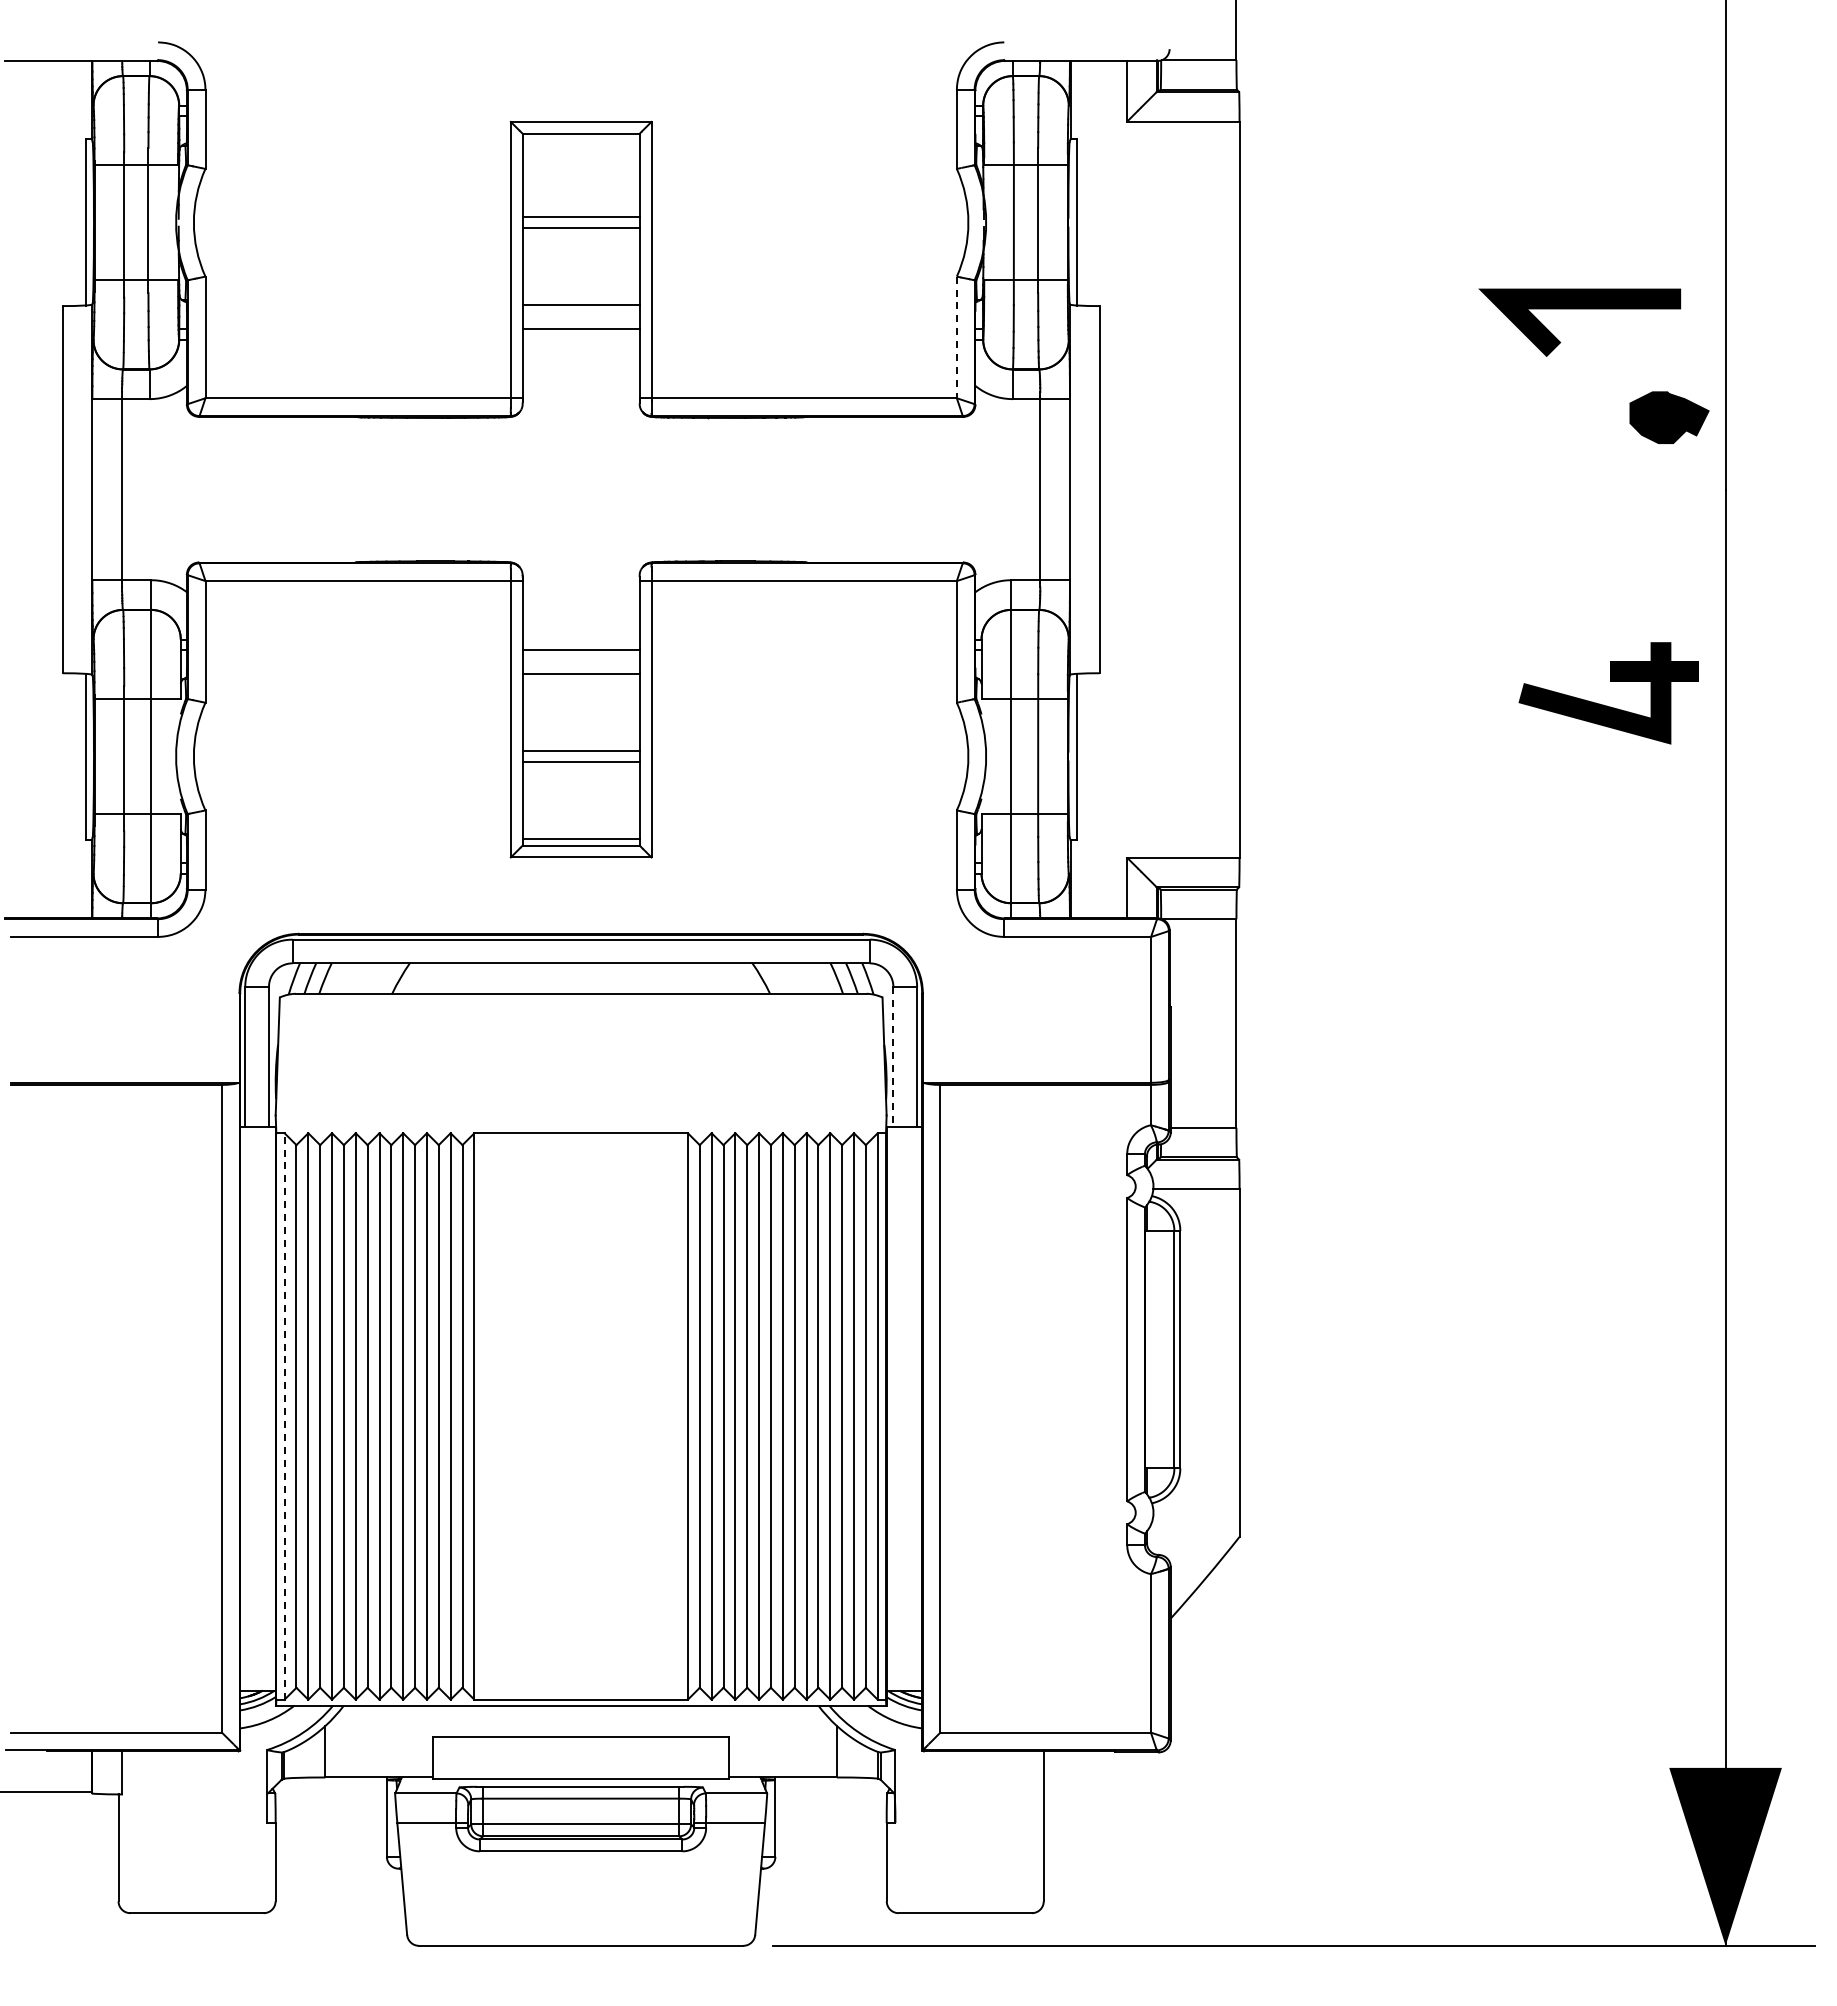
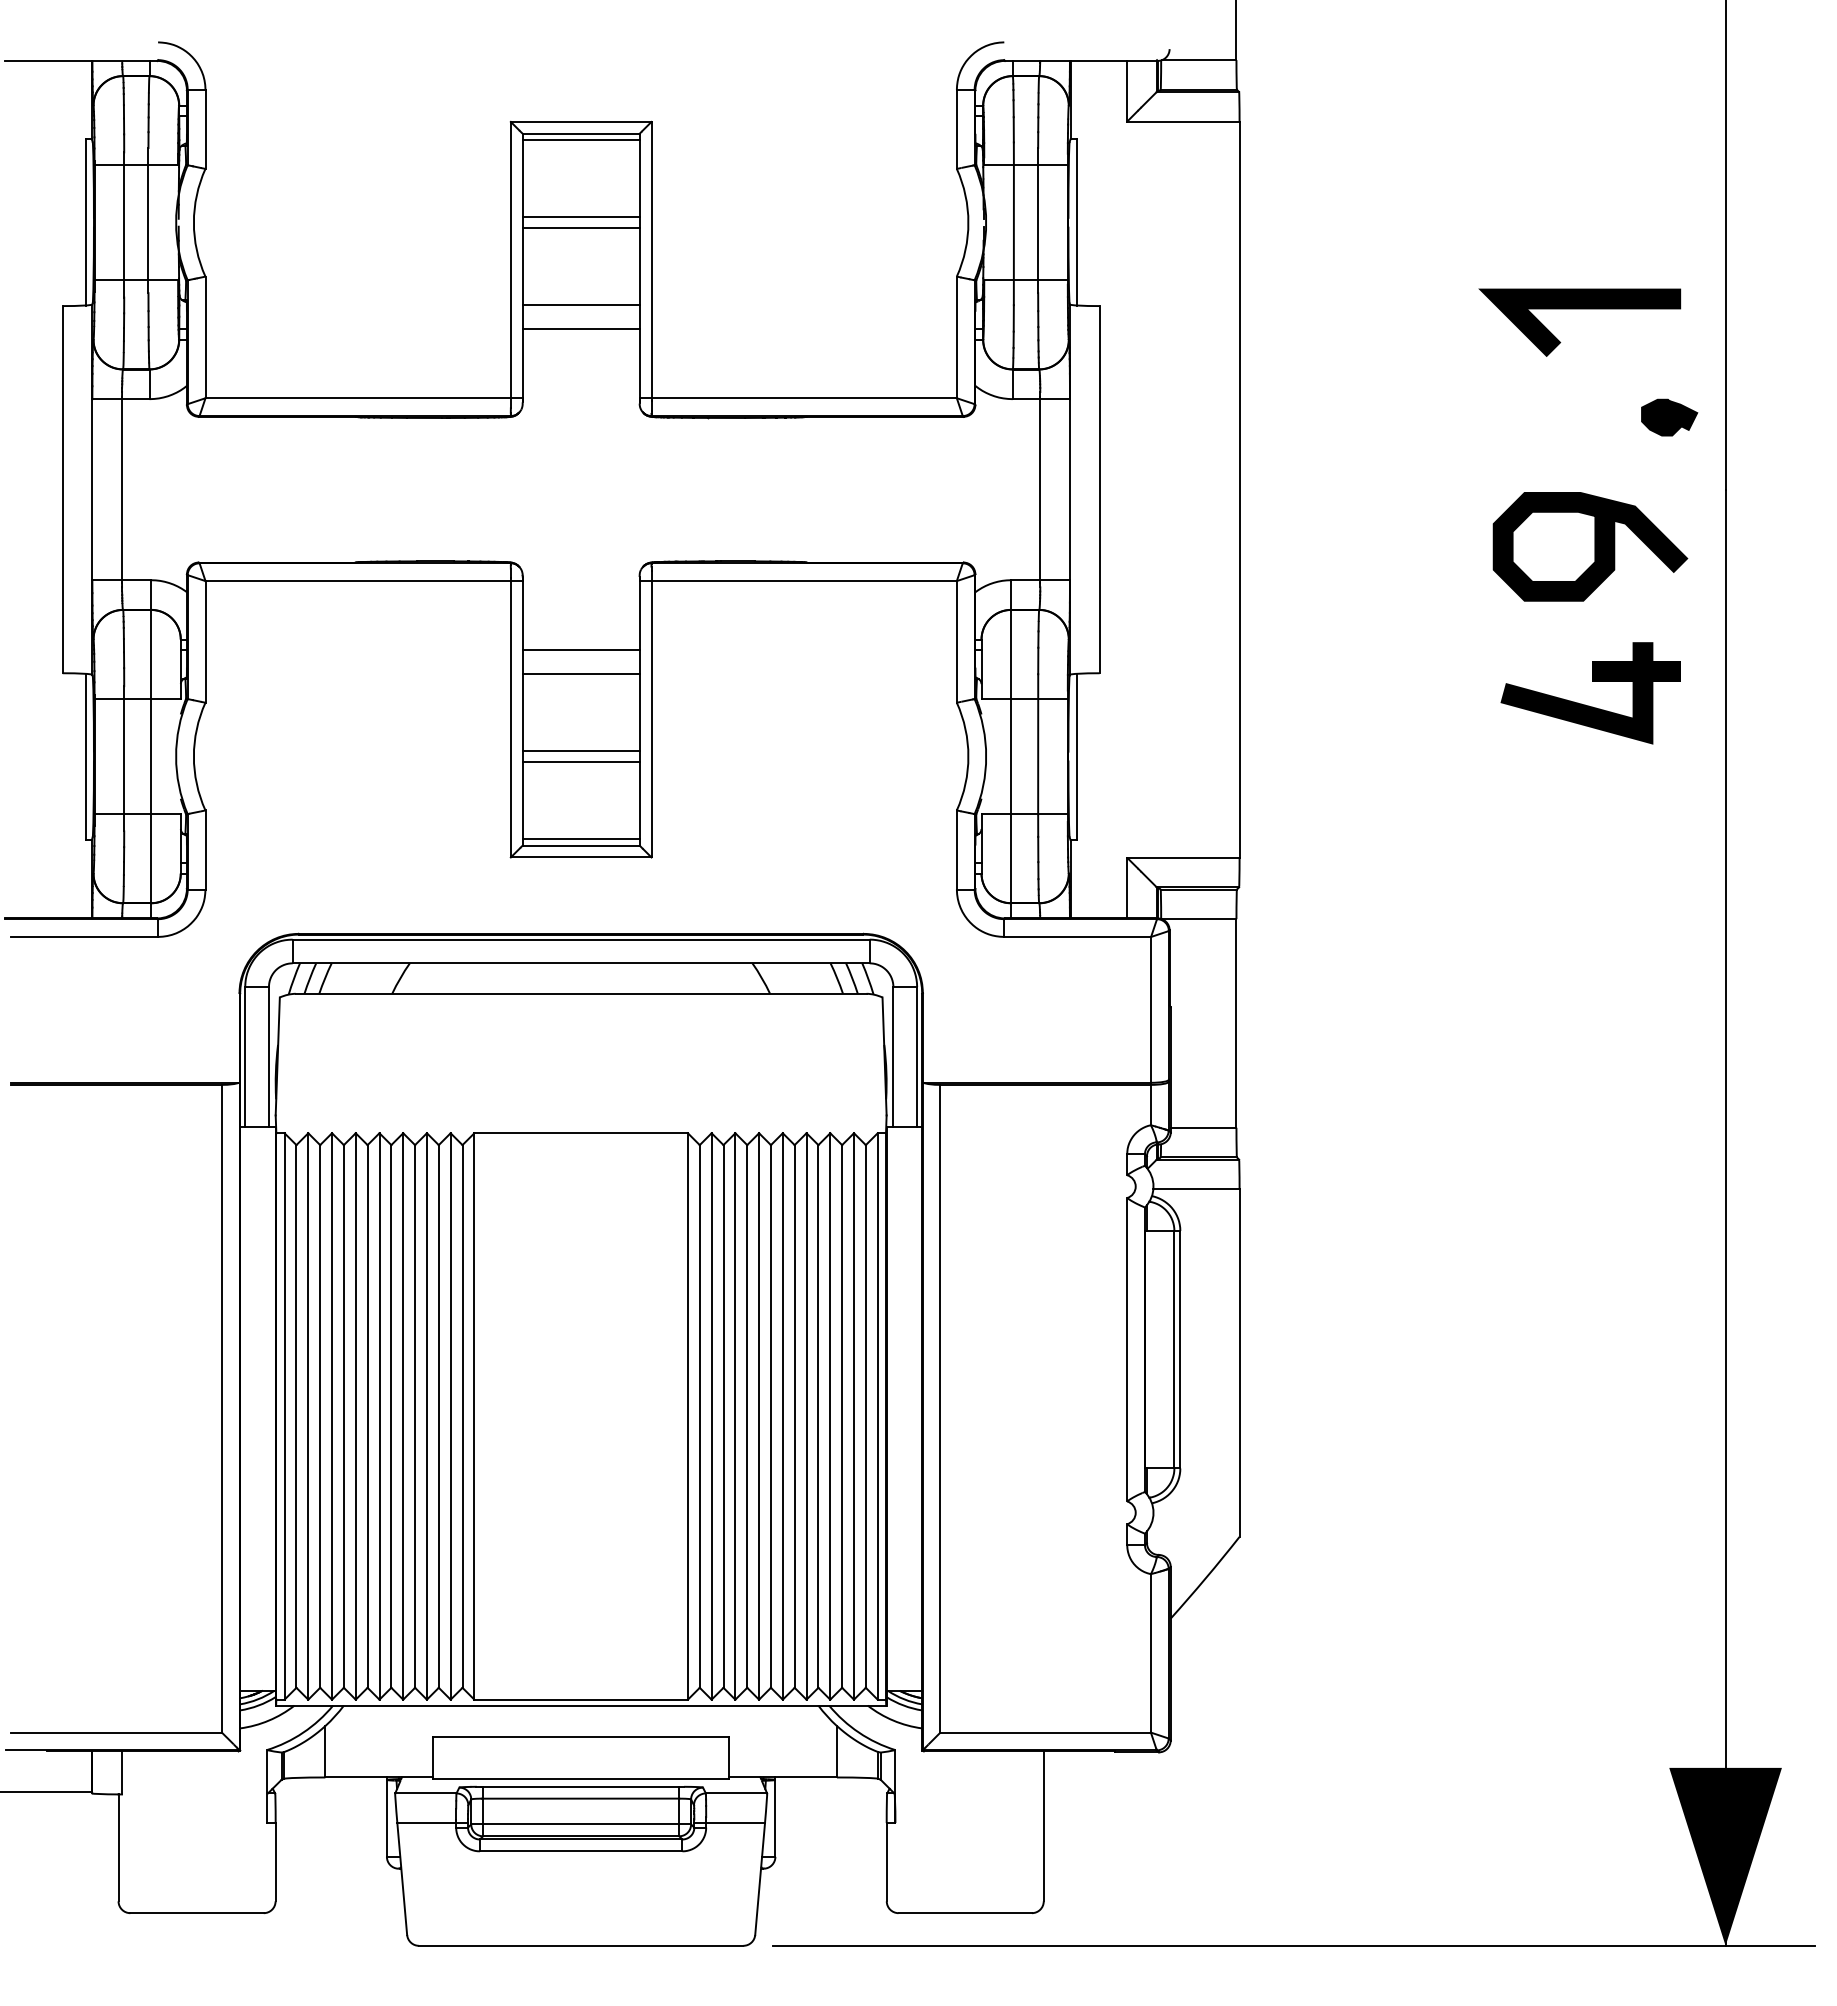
line at (580, 140): none -> present
line at (956, 337): dashed -> solid
part at (1669, 417) size: 81x53 px -> 58x39 px
curve at (1594, 546): none -> present
part at (1607, 705) position: (1607, 705) -> (1589, 705)
line at (893, 1057): dashed -> solid
line at (284, 1415): dashed -> solid
